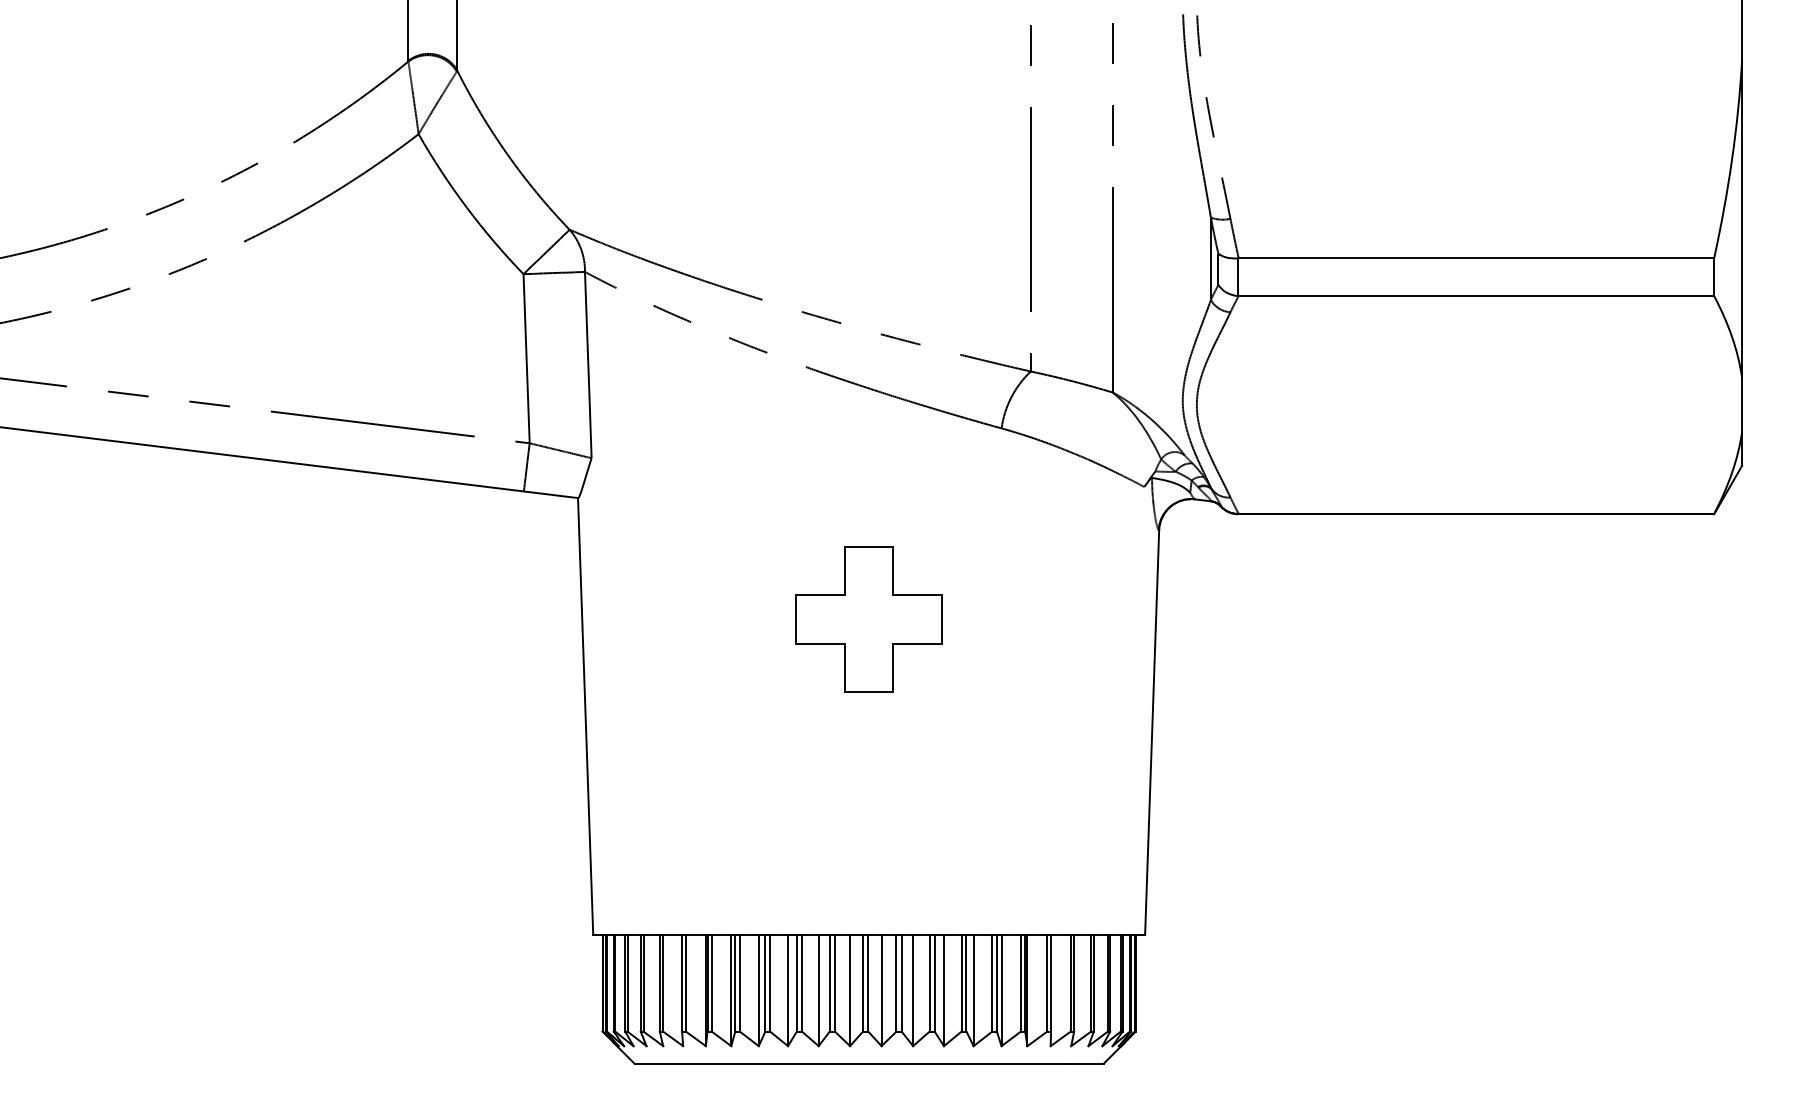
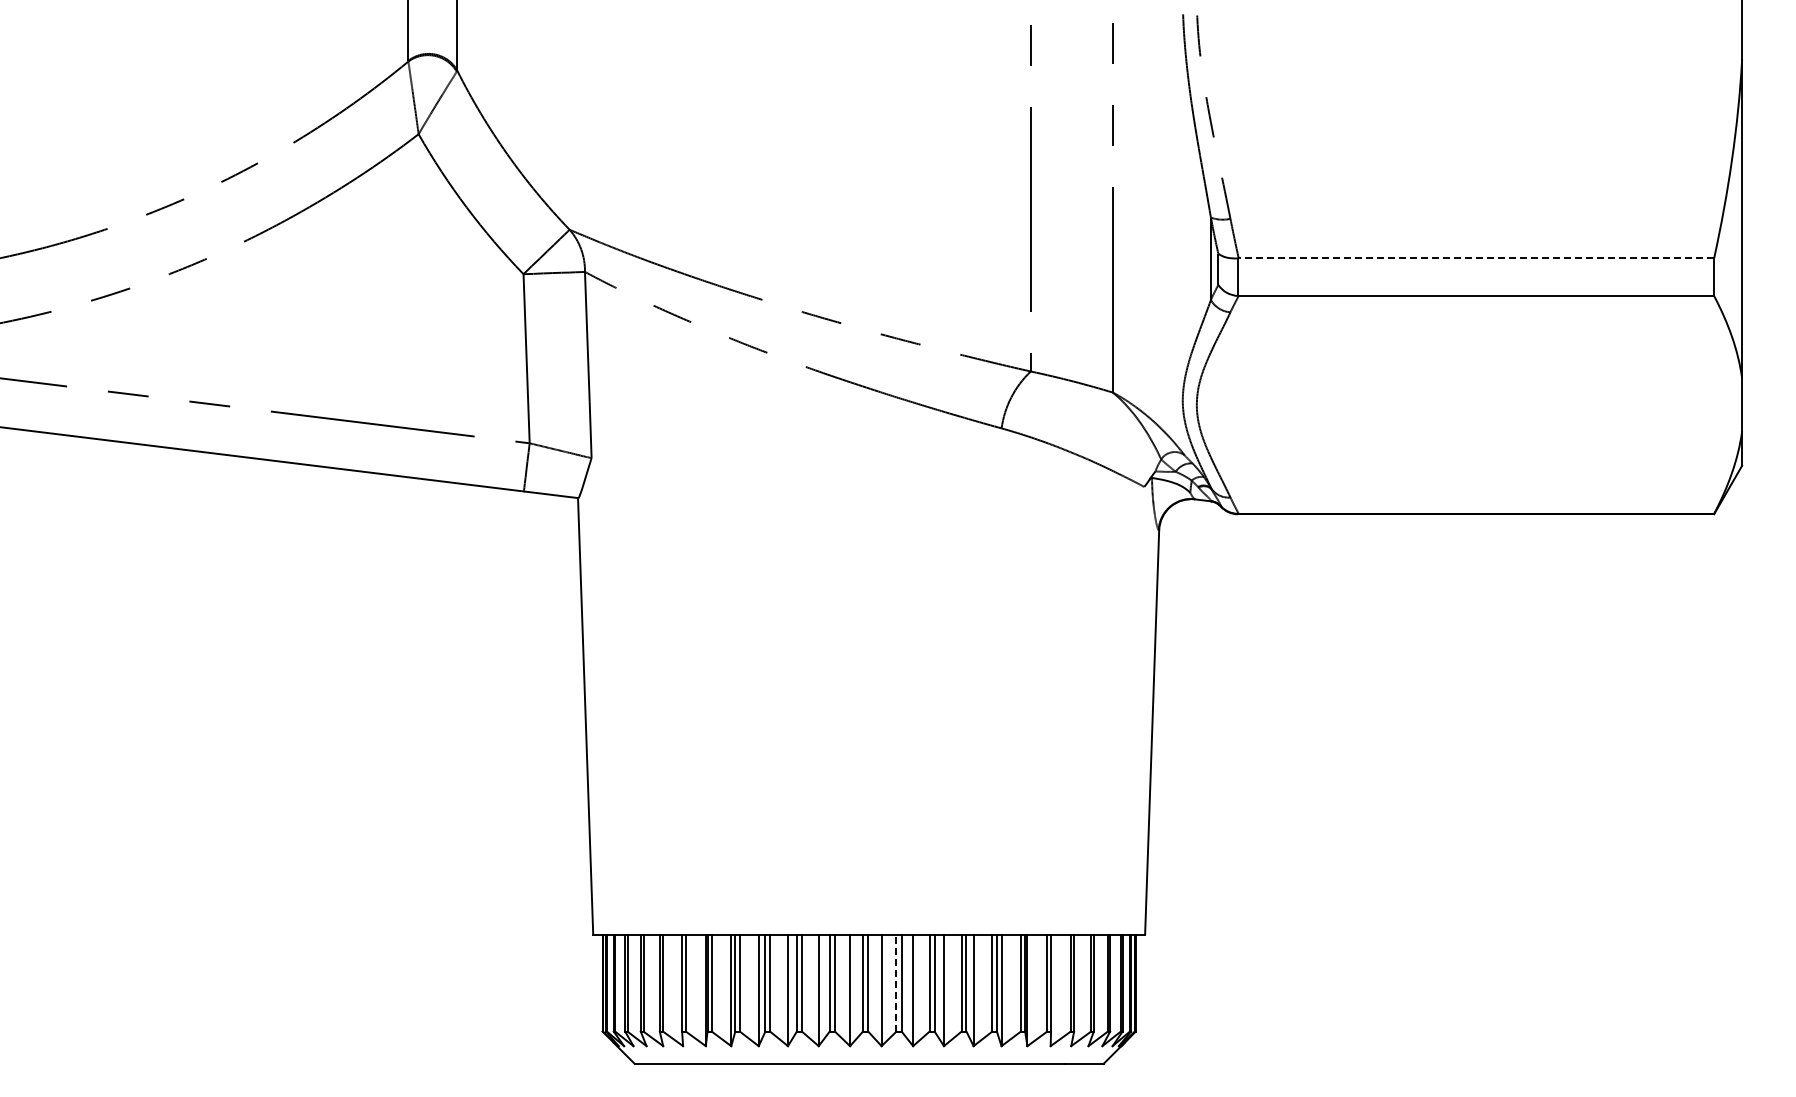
line at (1476, 258): solid -> dashed
part at (868, 619): present -> none
line at (896, 982): solid -> dashed
